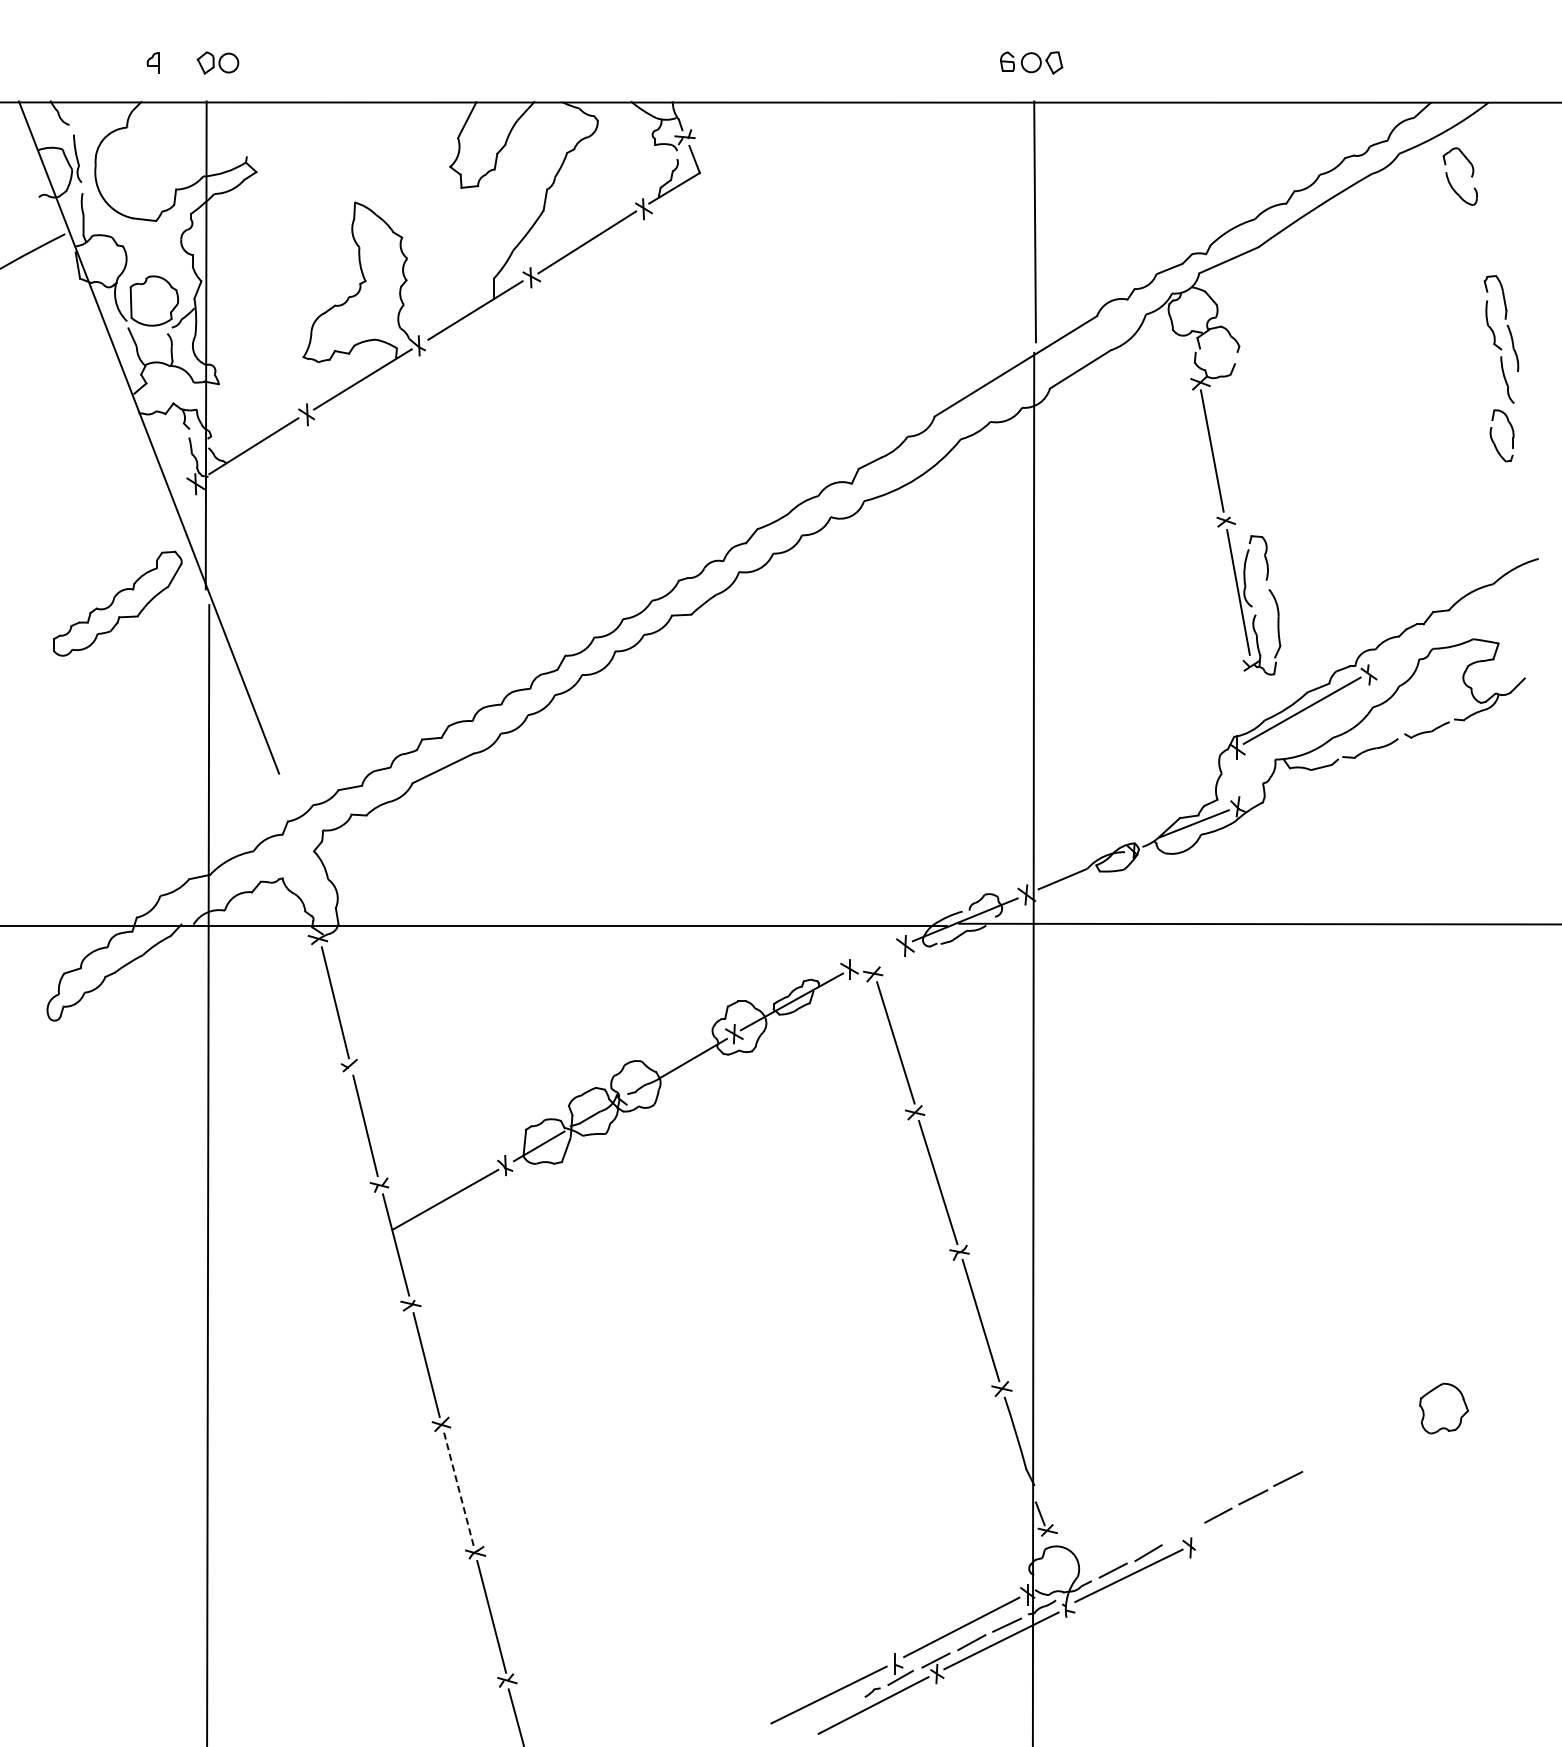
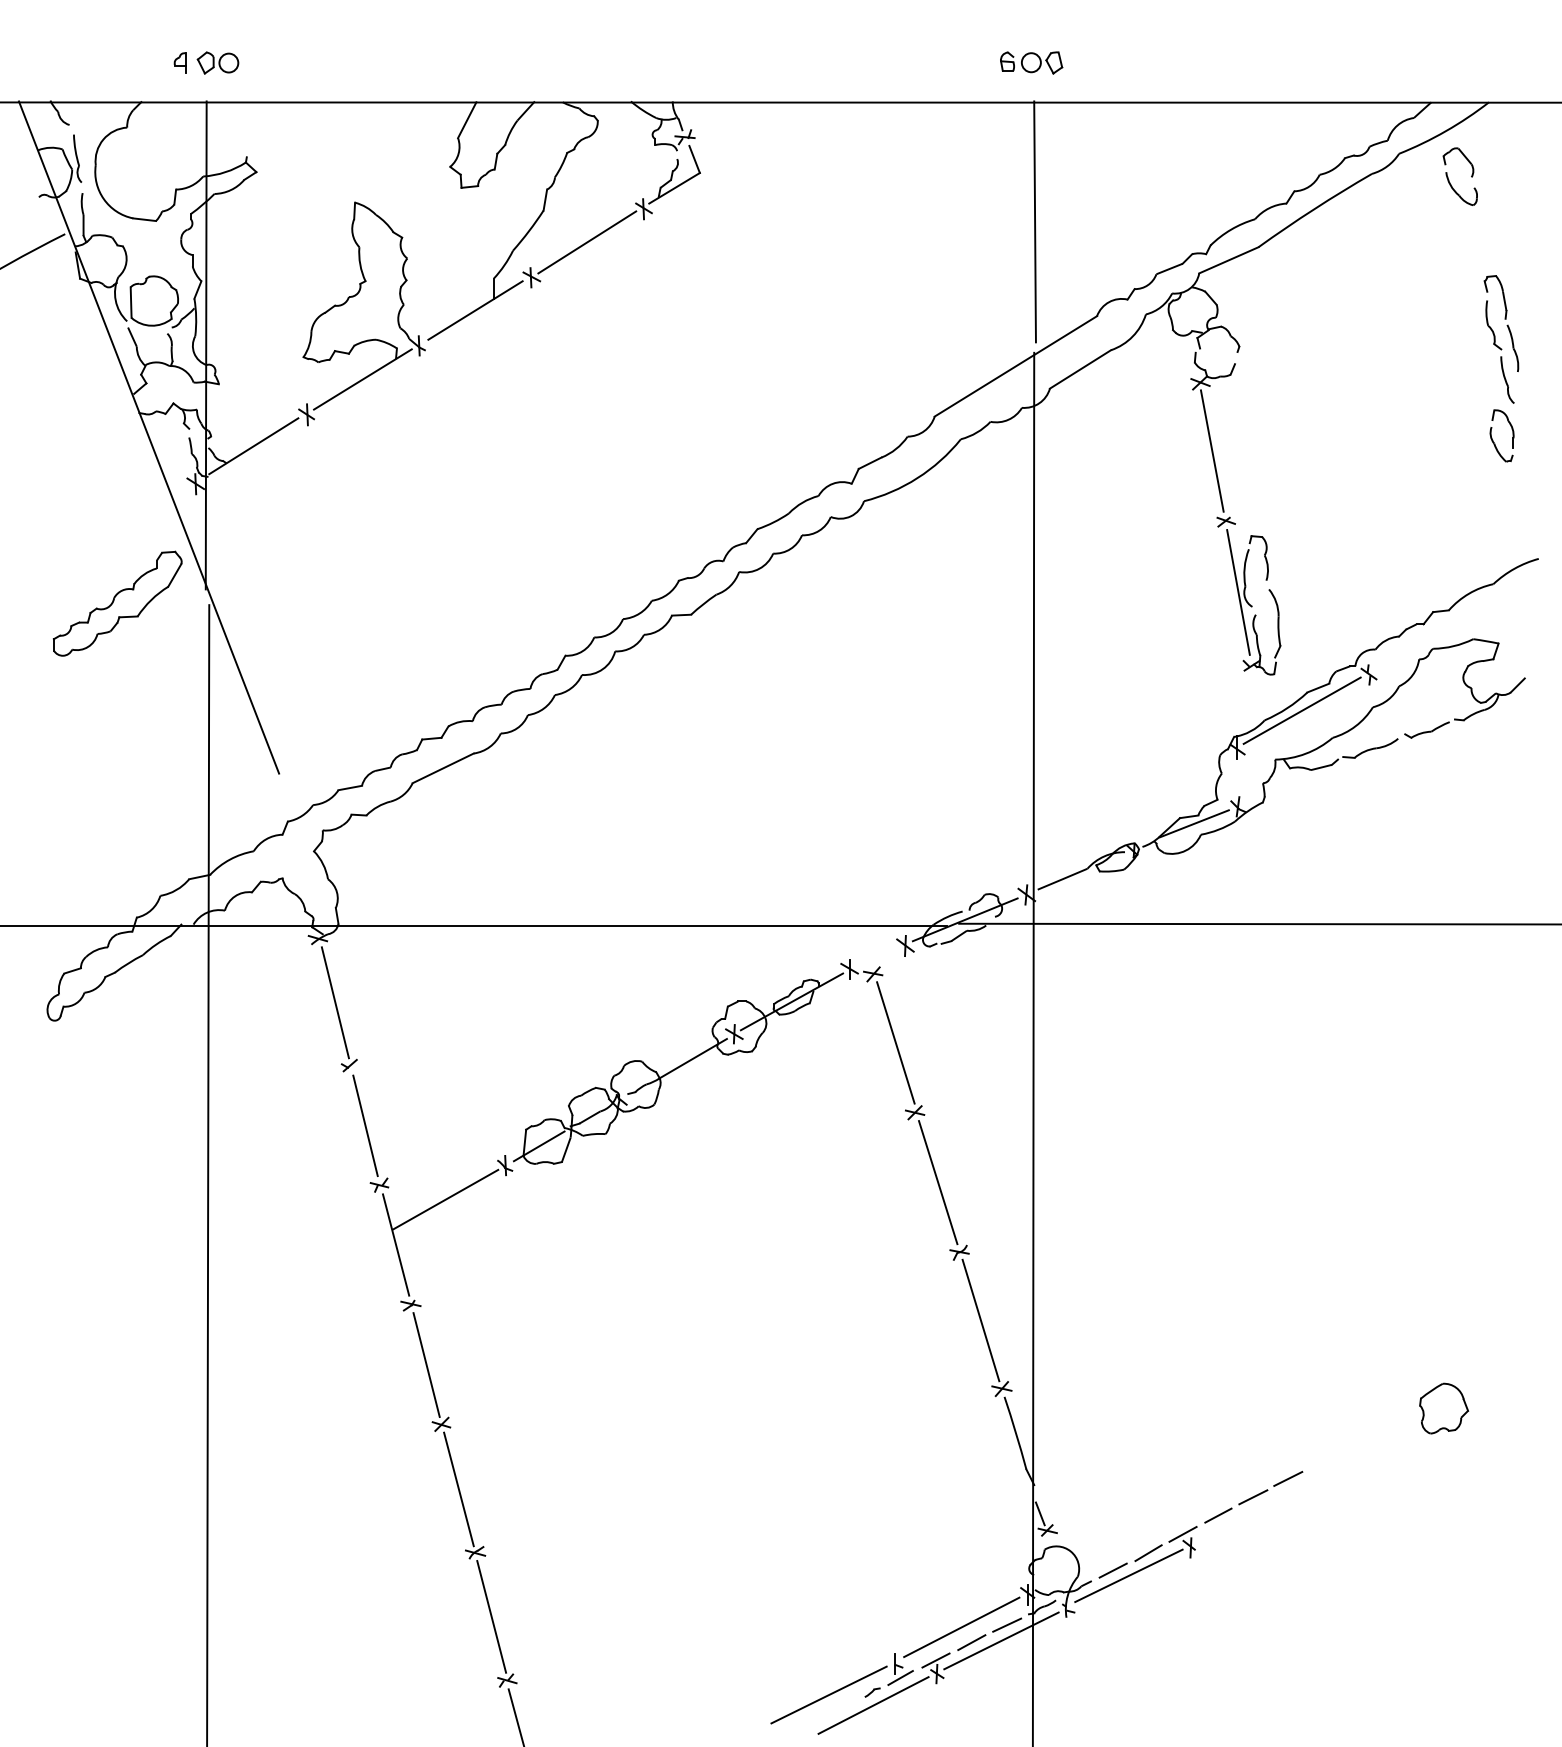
part at (152, 62) position: (152, 62) -> (179, 62)
line at (458, 1489): dashed -> solid
line at (1182, 1533): none -> present
